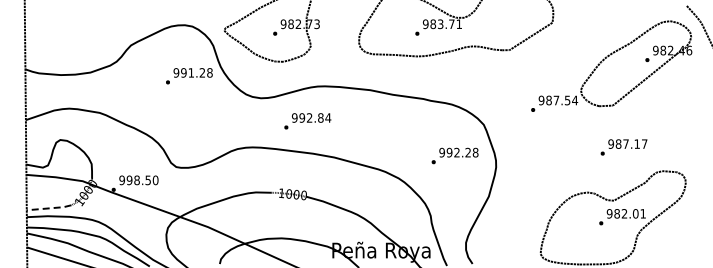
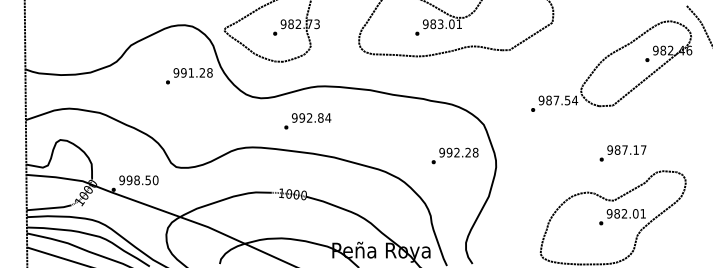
text at (451, 24): 983.71 -> 983.01
text at (623, 147) position: (623, 147) -> (622, 153)
line at (49, 208): dashed -> solid
